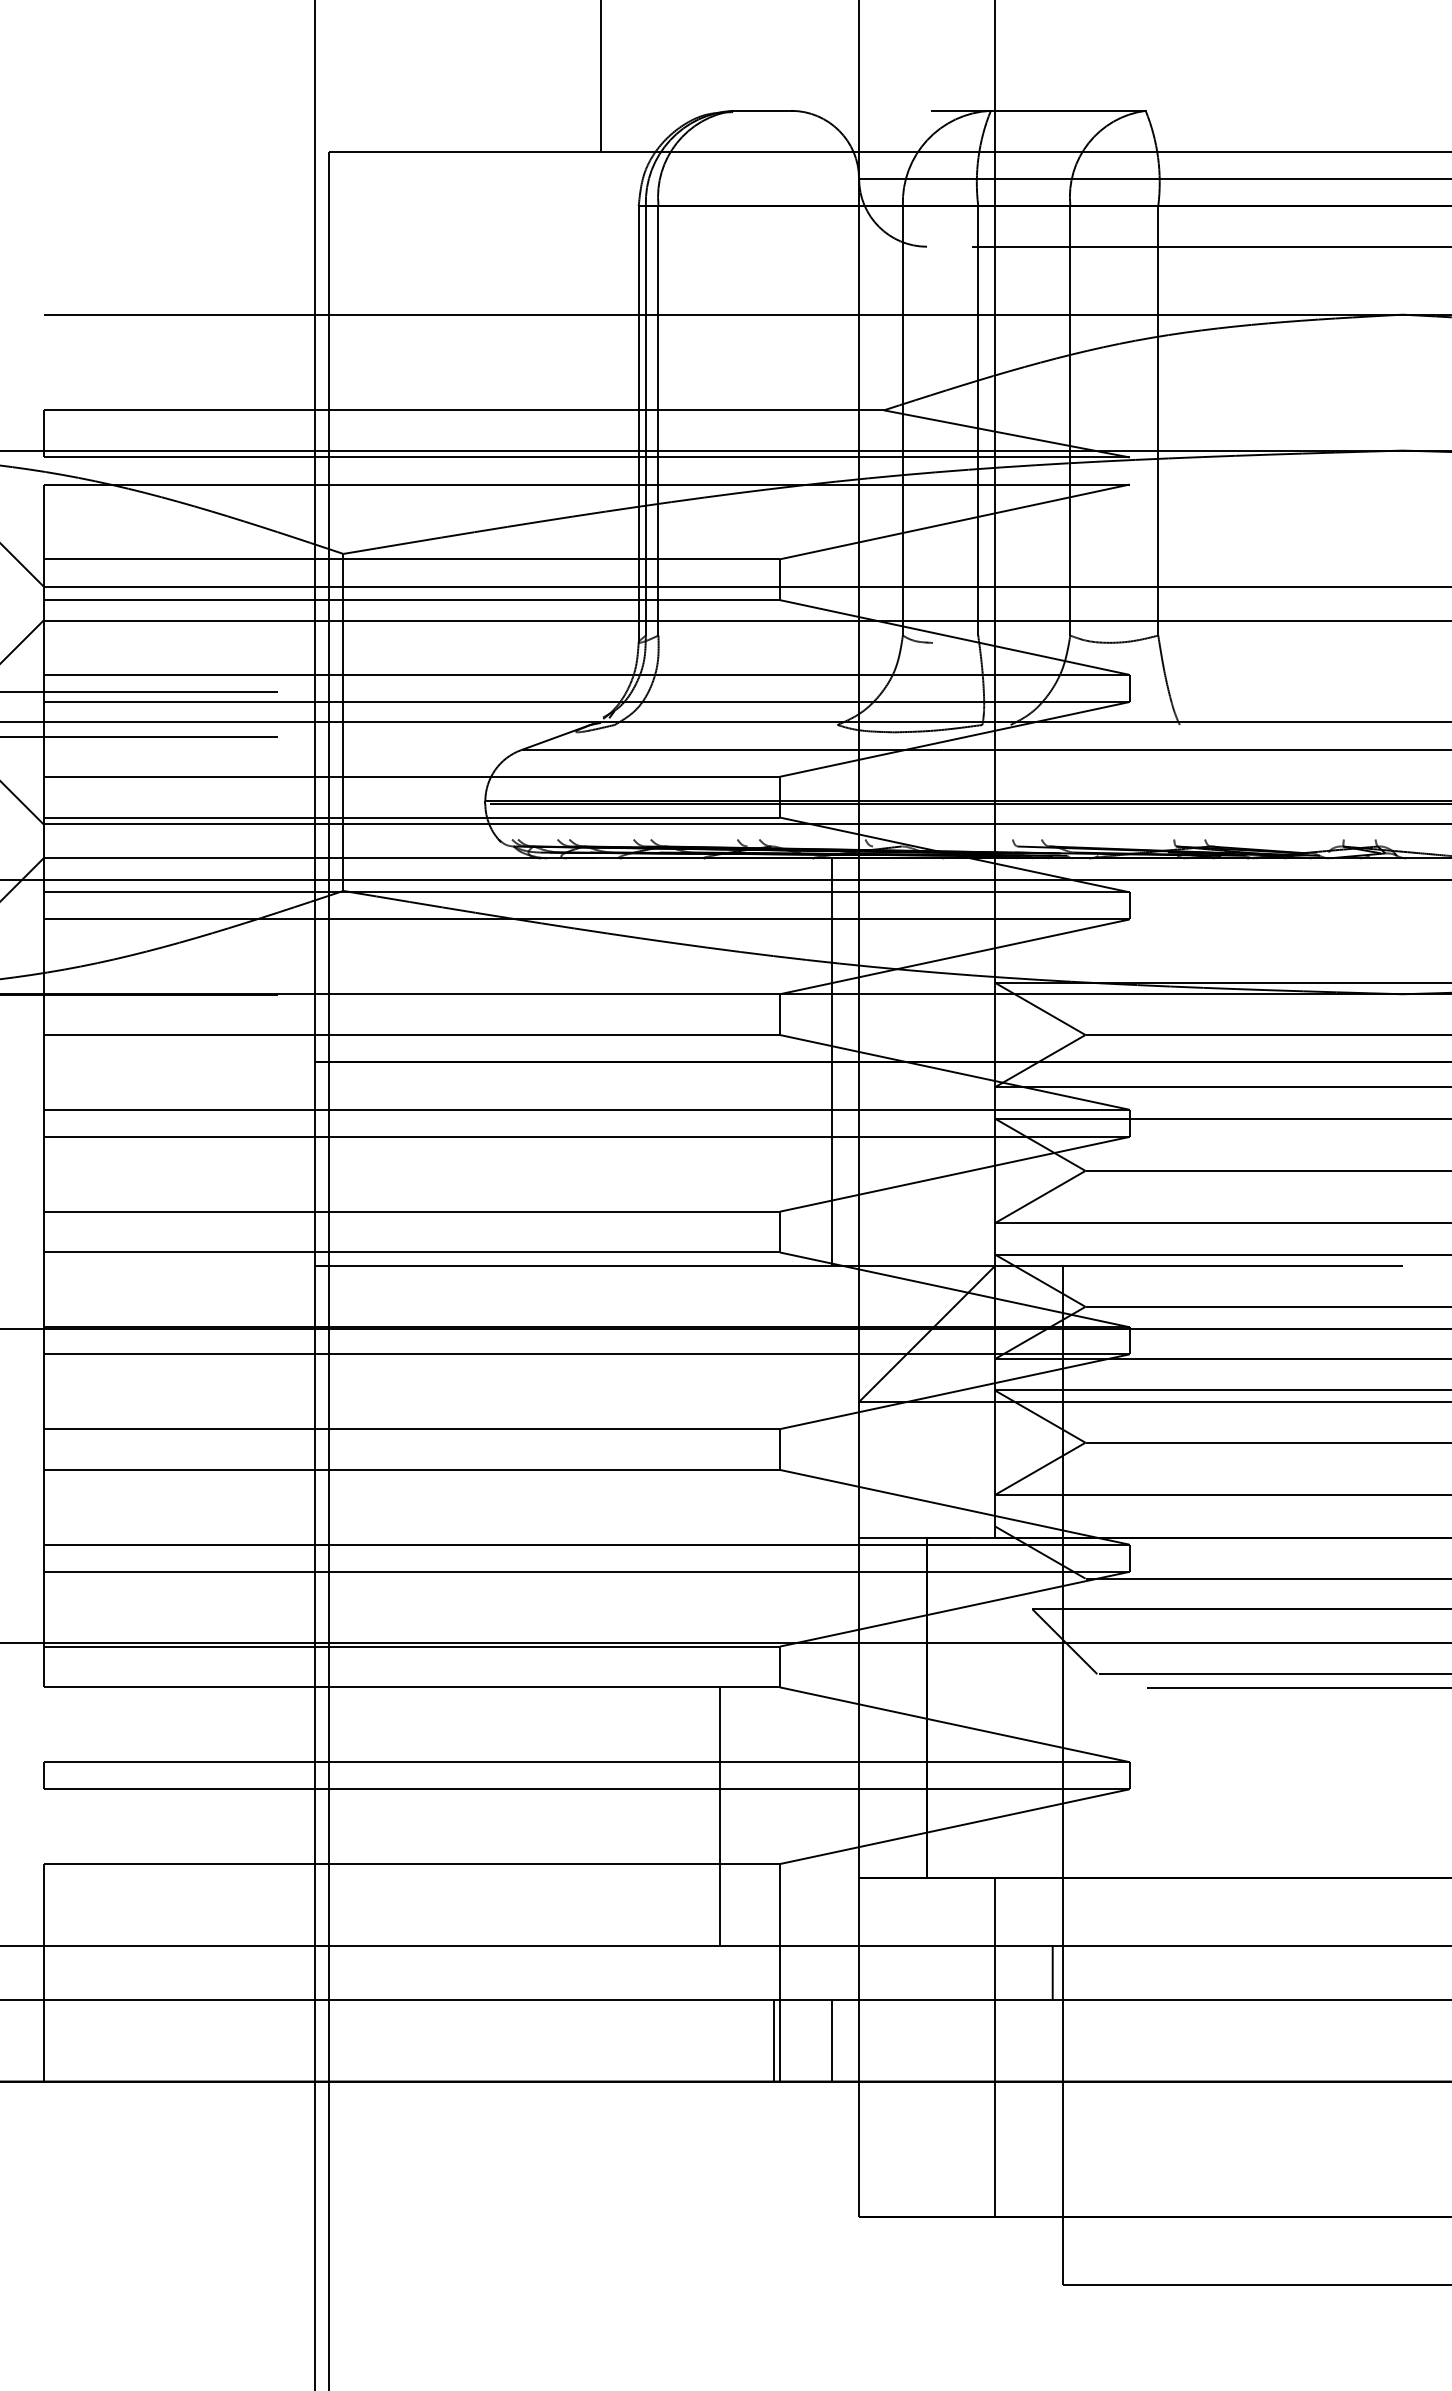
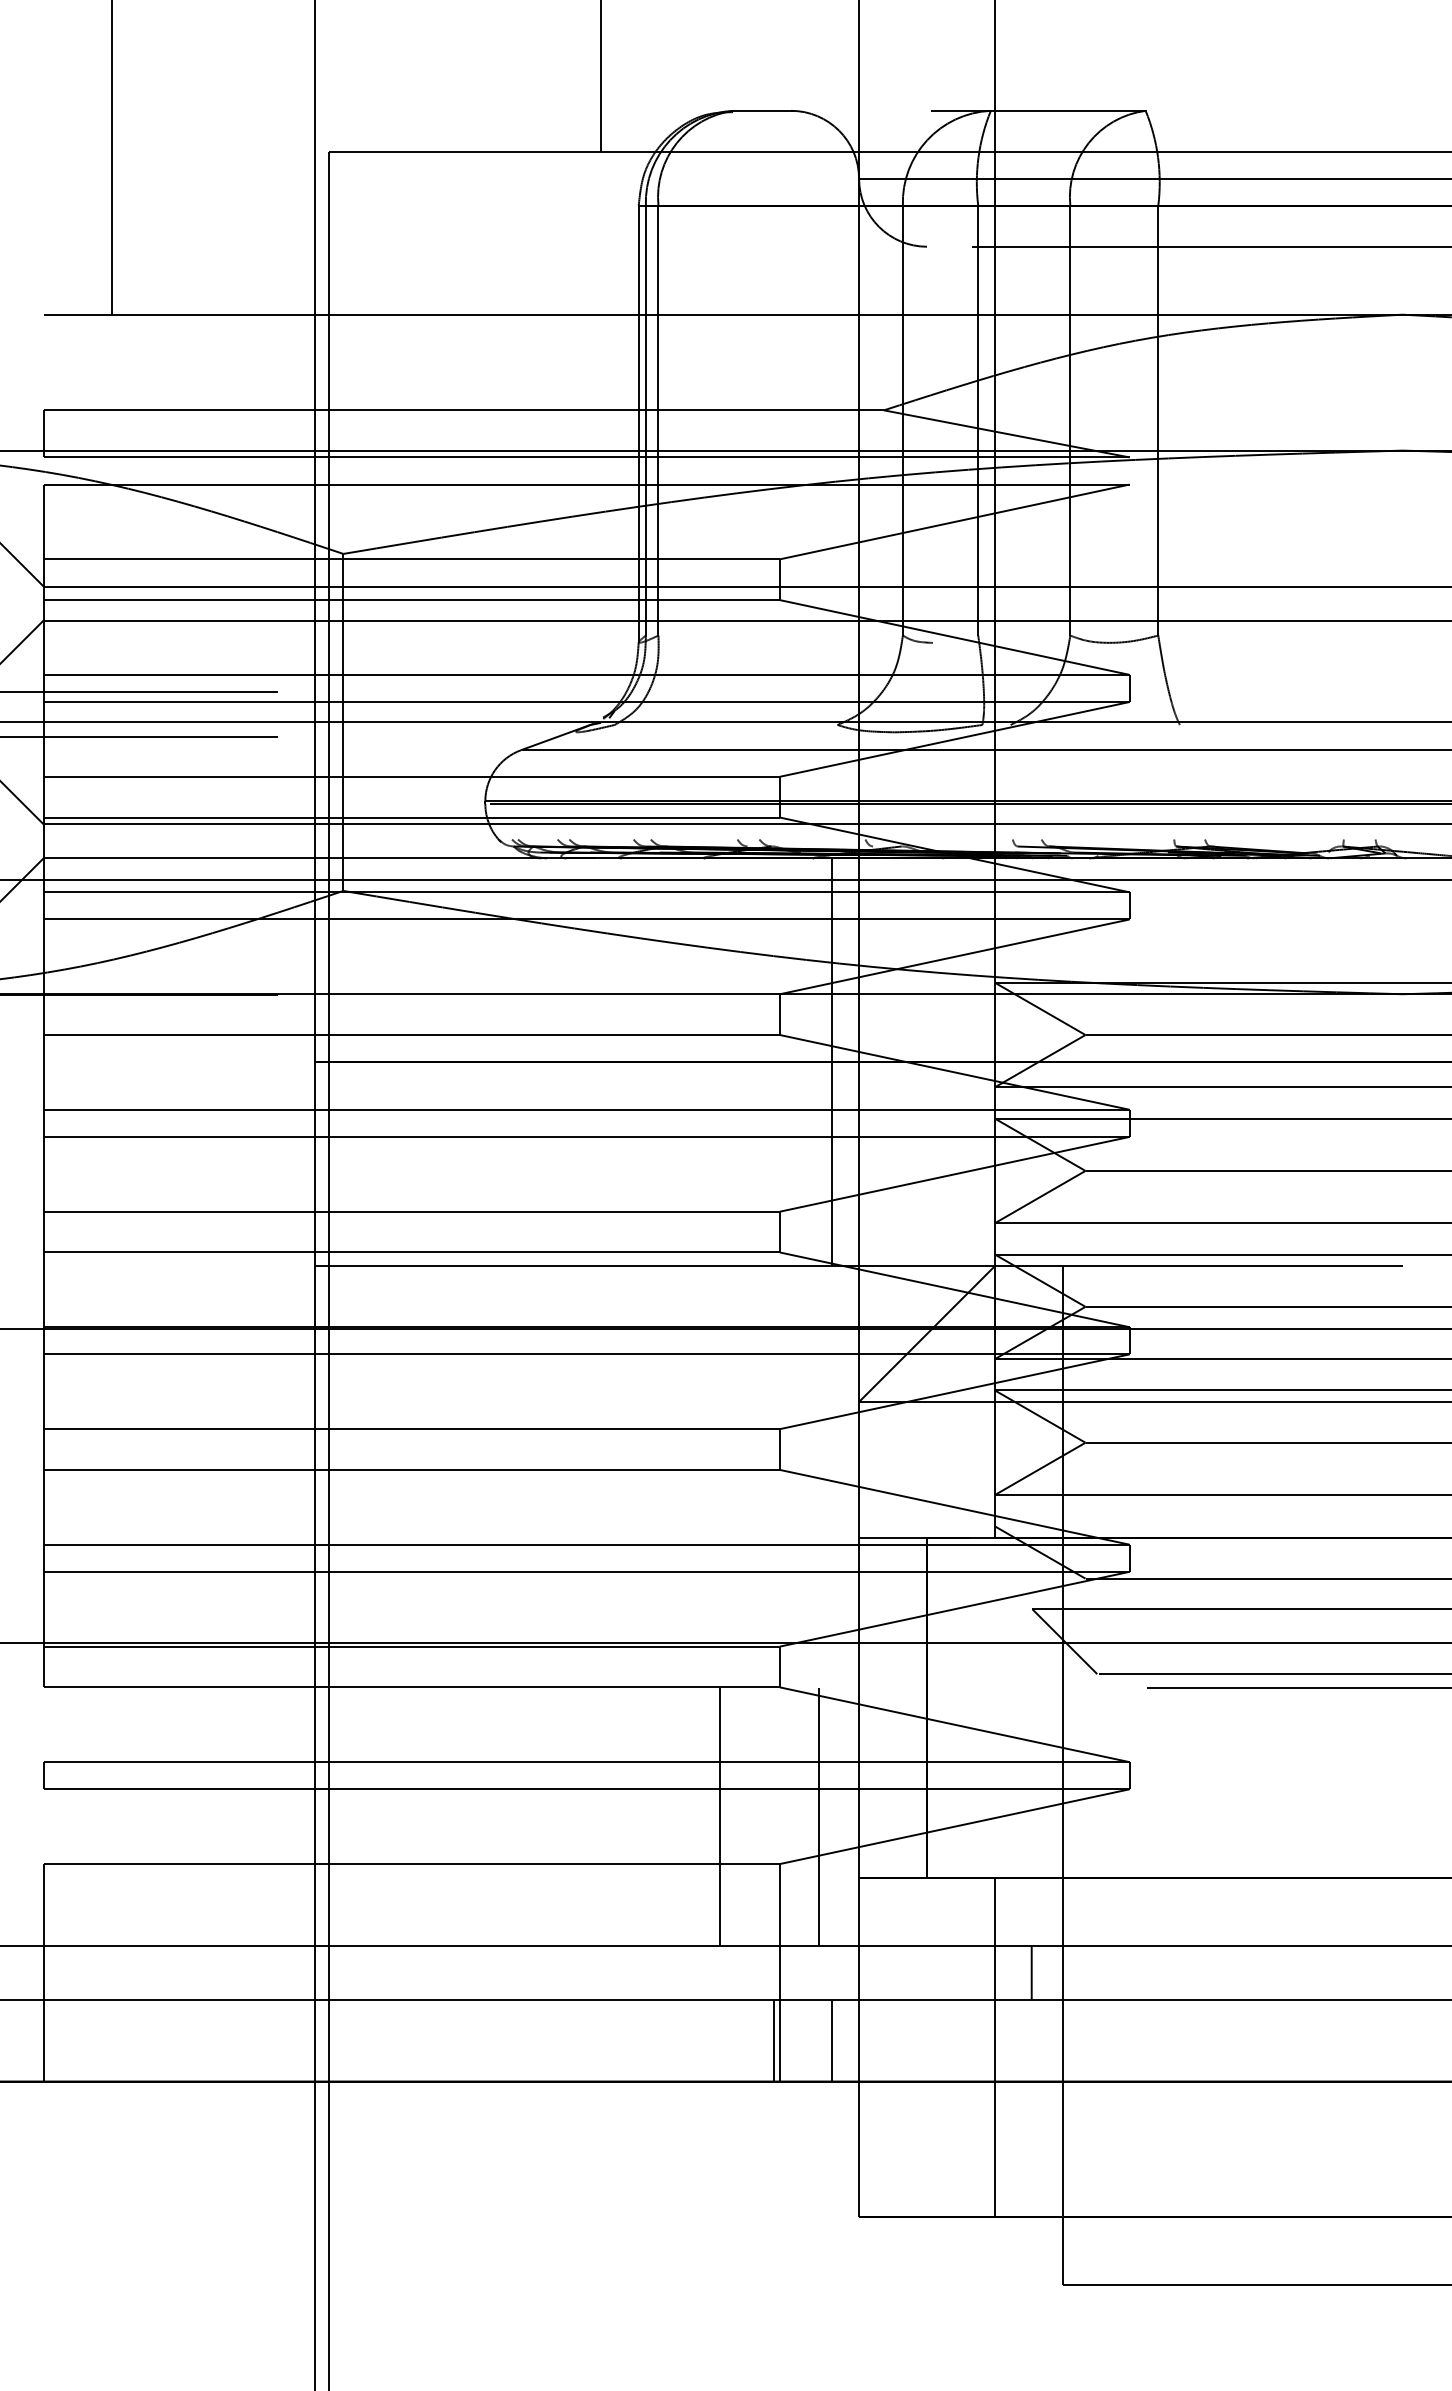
line at (111, 158): none -> present
line at (819, 1816): none -> present
line at (1052, 1972) position: (1052, 1972) -> (1031, 1972)
